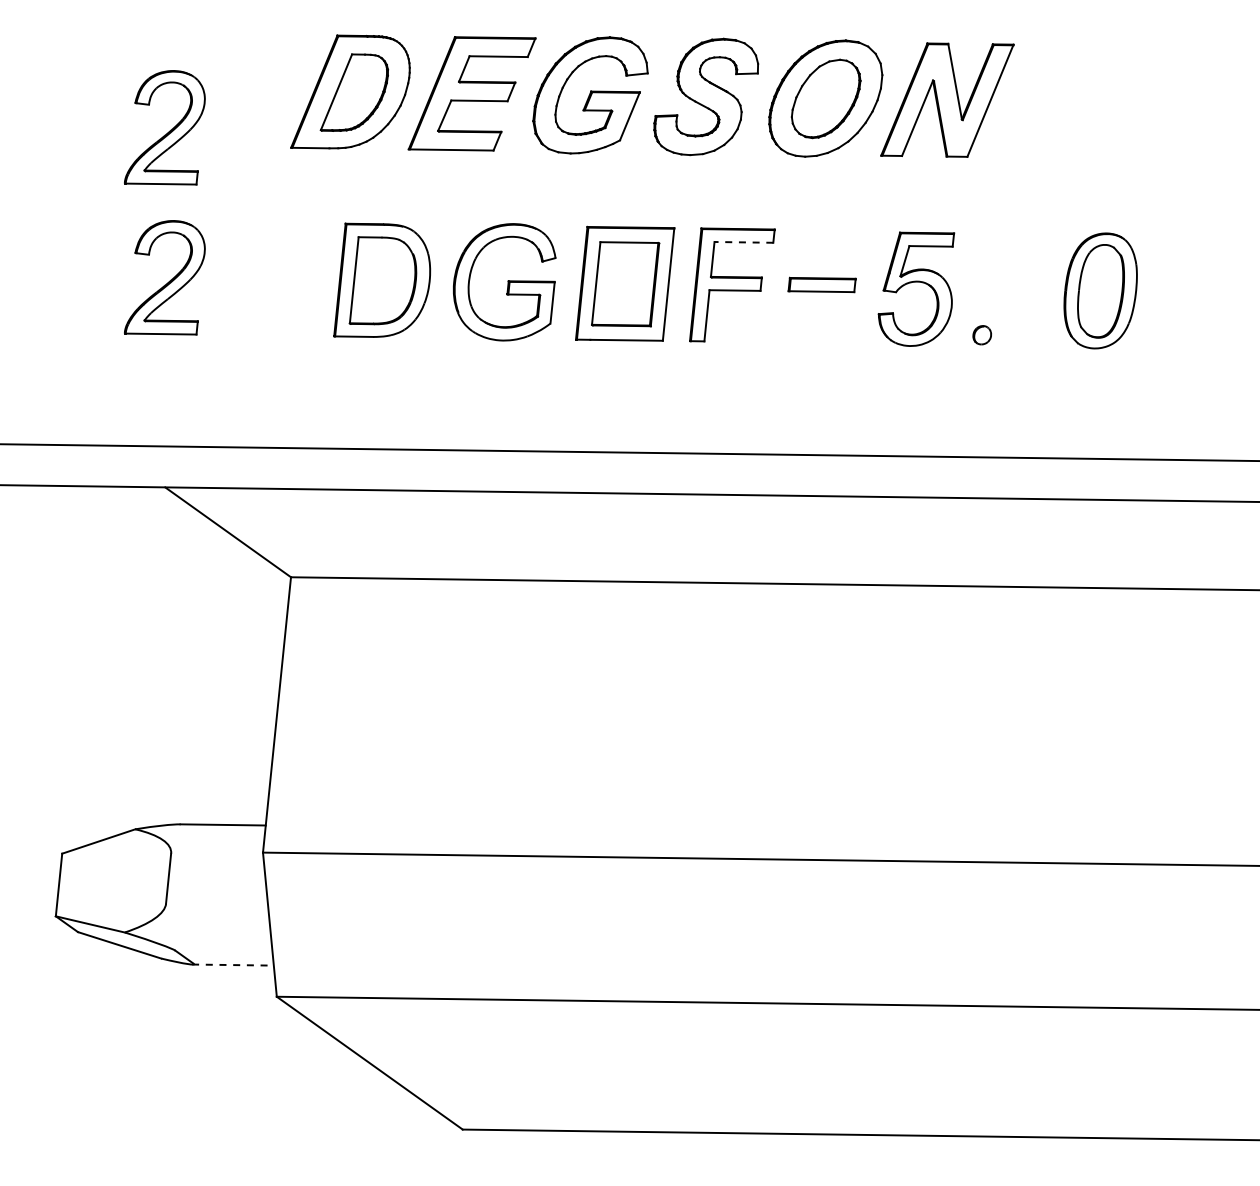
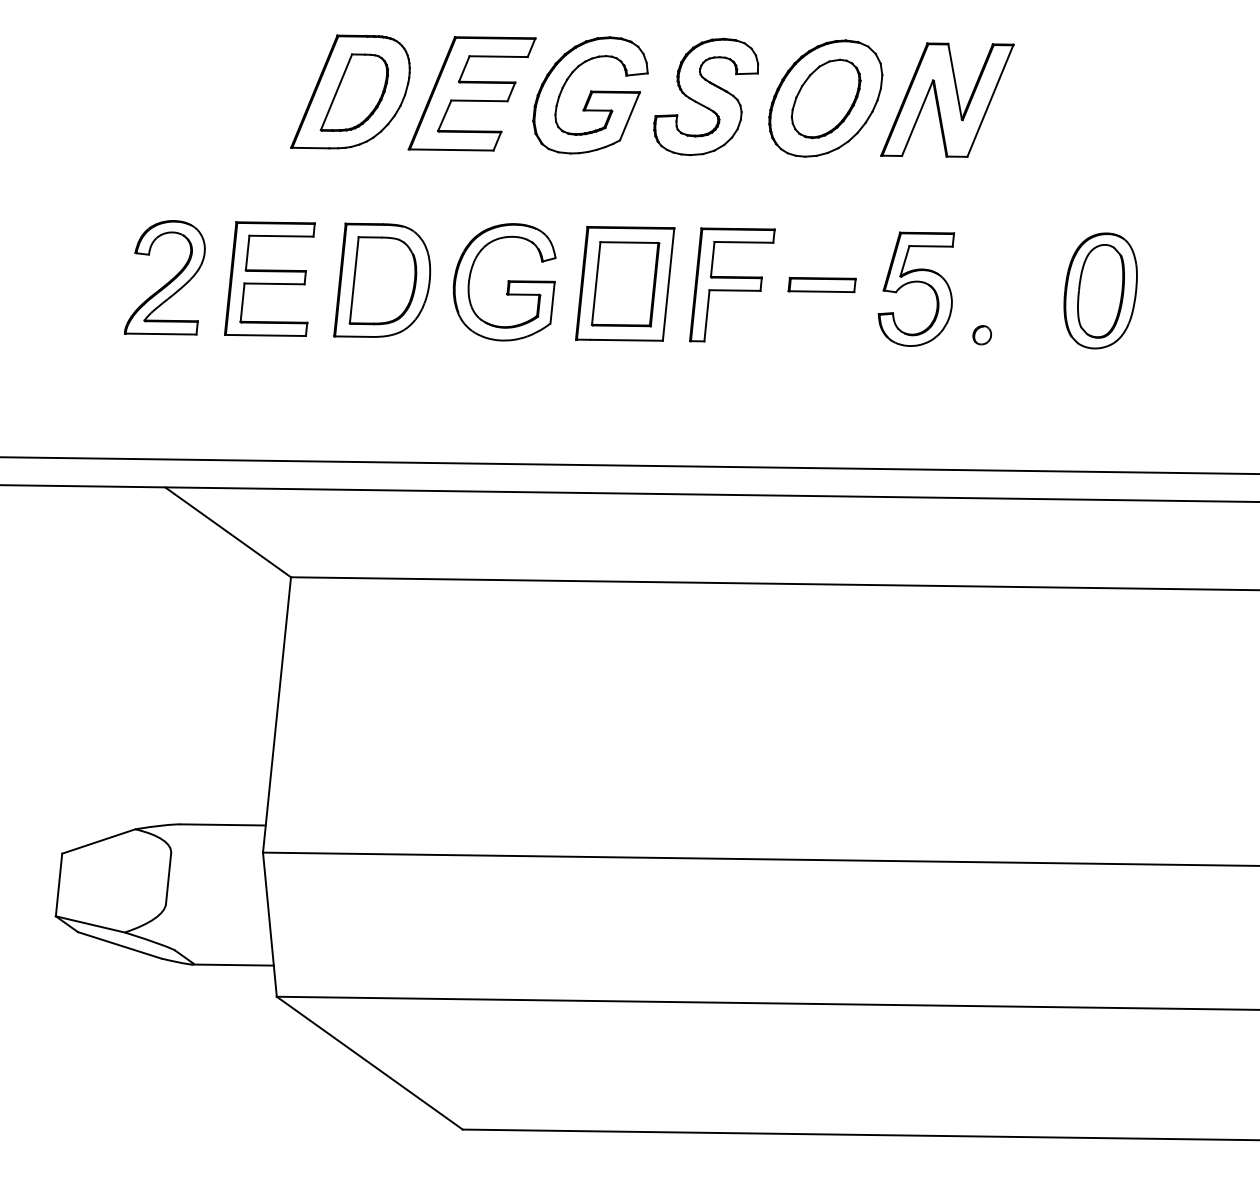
part at (164, 127): present -> none
line at (743, 242): dashed -> solid
part at (269, 278): none -> present
line at (629, 452) position: (629, 452) -> (629, 465)
line at (232, 965): dashed -> solid
